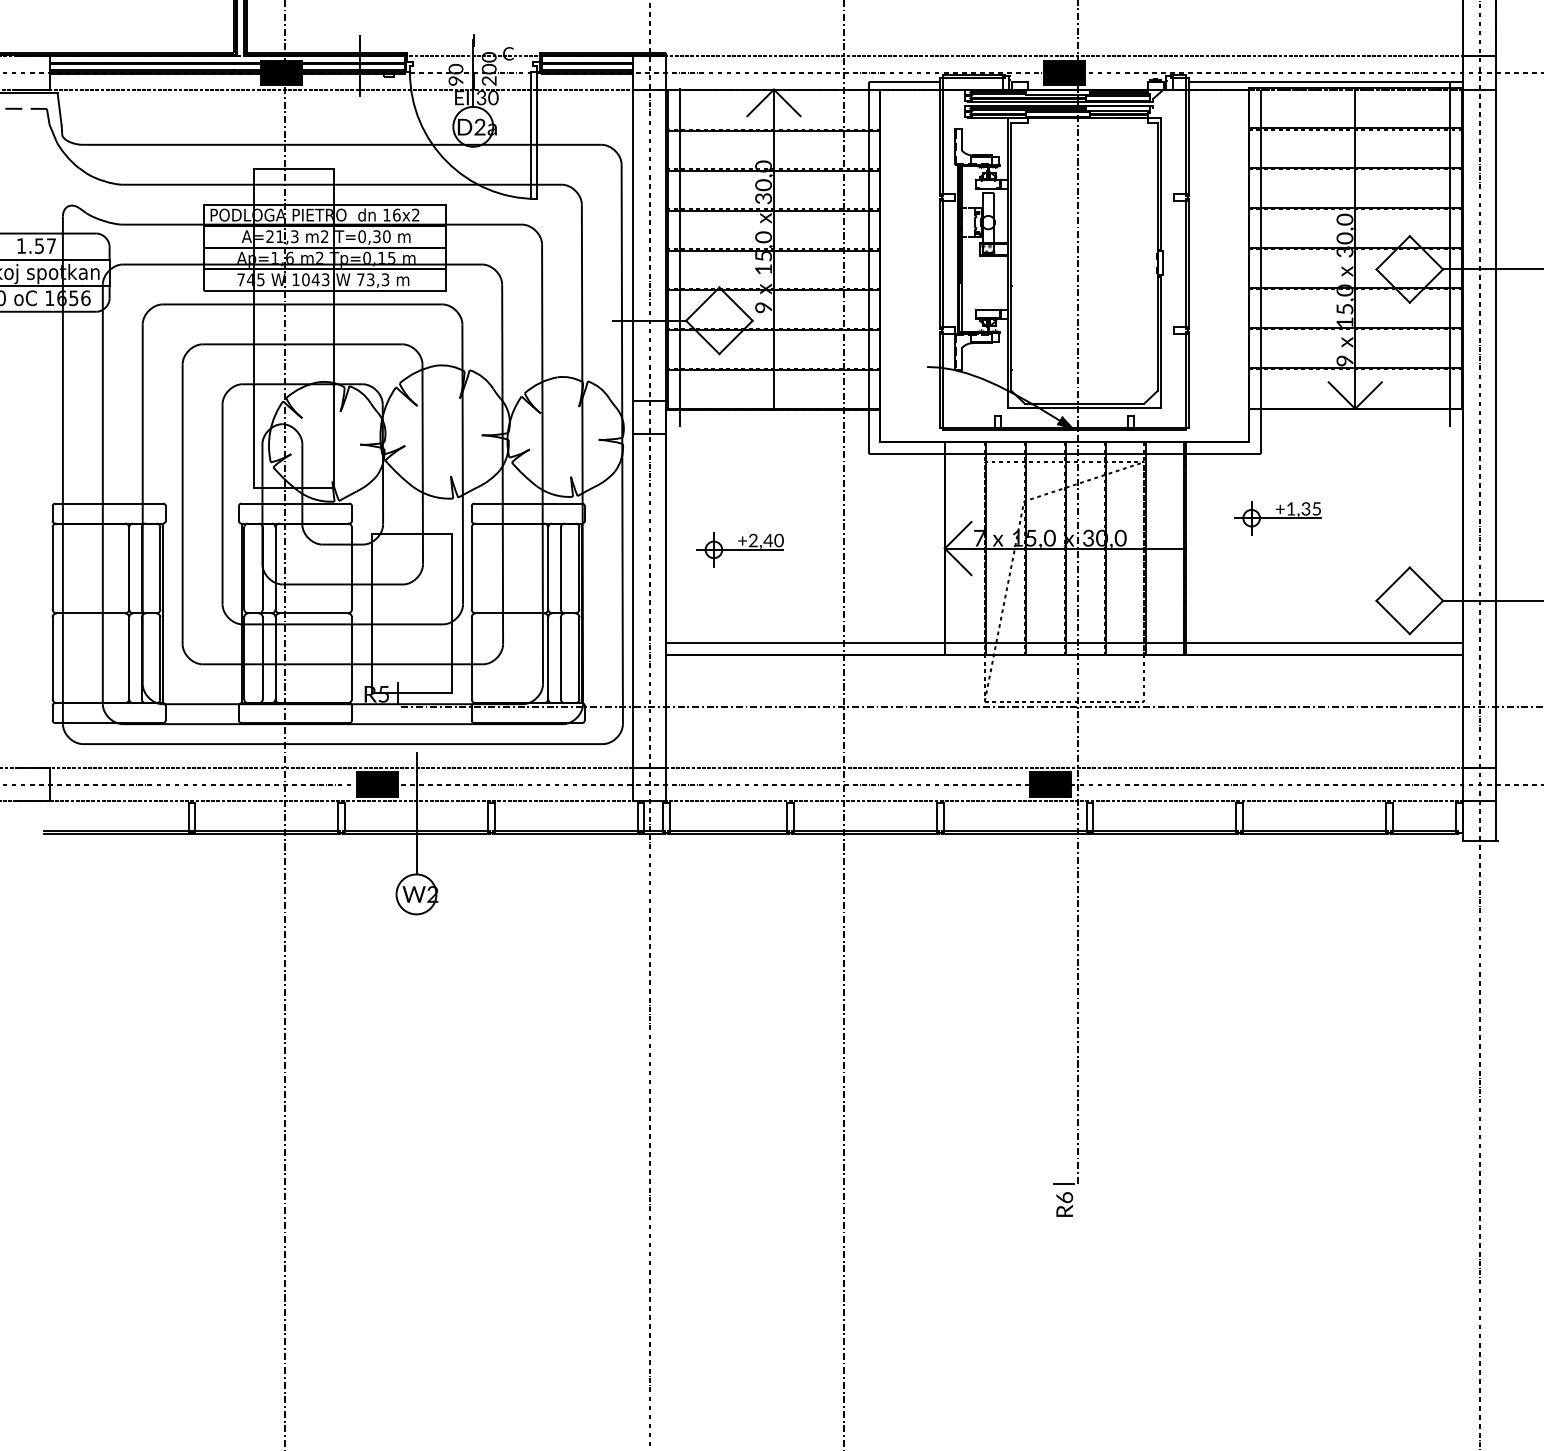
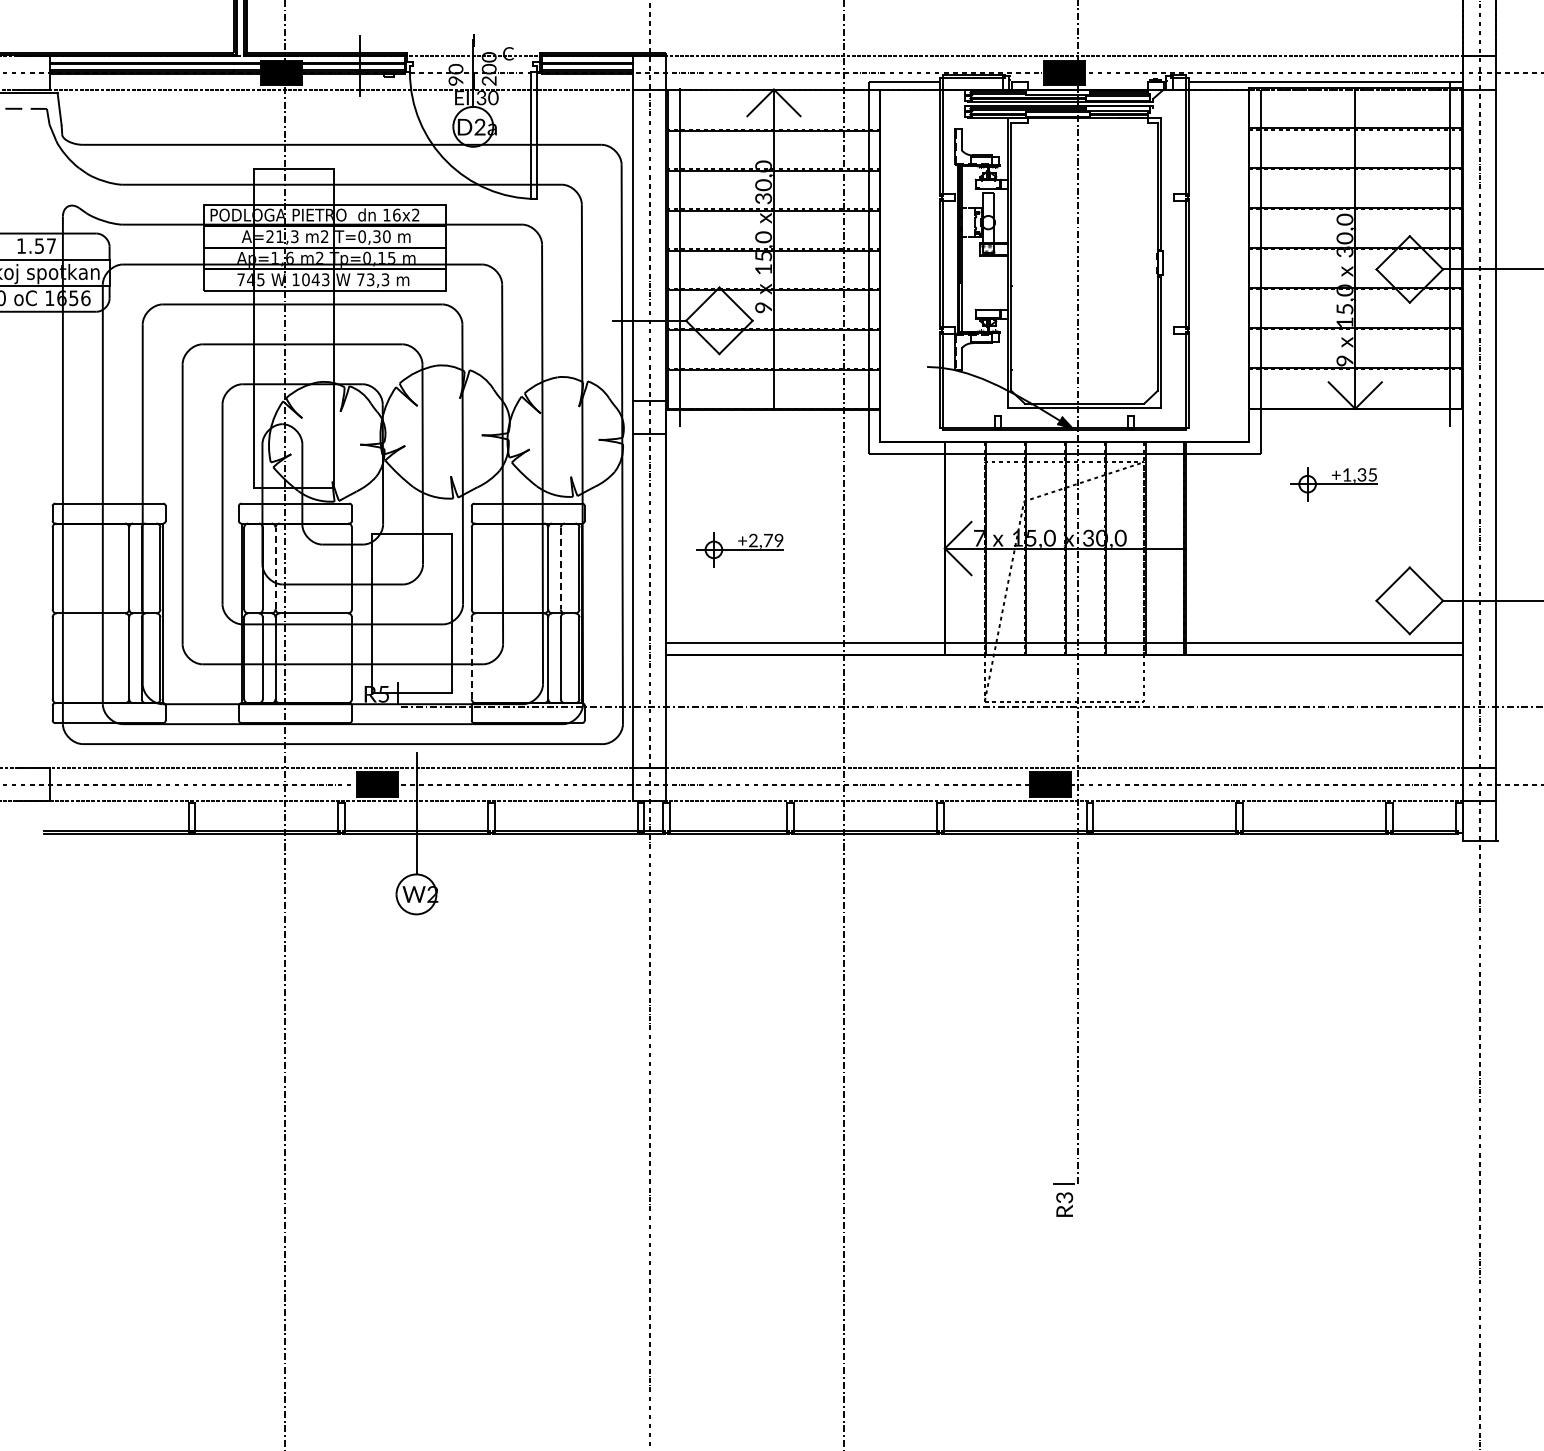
part at (1277, 518) position: (1277, 518) -> (1333, 484)
text at (773, 540): +2,40 -> +2,79
line at (275, 568): solid -> dashed
line at (560, 568): solid -> dashed
line at (471, 658): solid -> dashed
text at (1064, 1197): R6 -> R3
